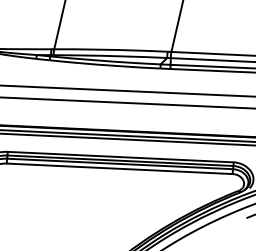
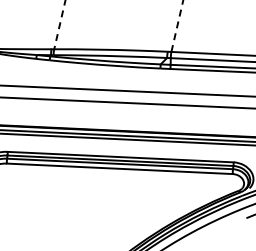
line at (59, 24): solid -> dashed
line at (177, 25): solid -> dashed
